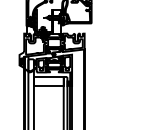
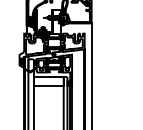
line at (91, 74): none -> present
